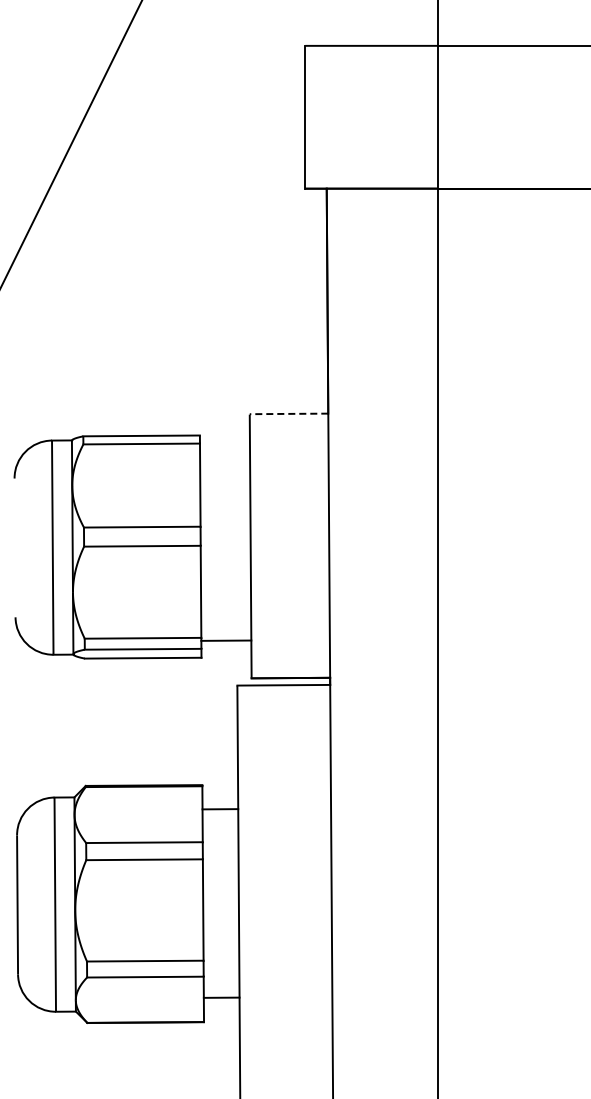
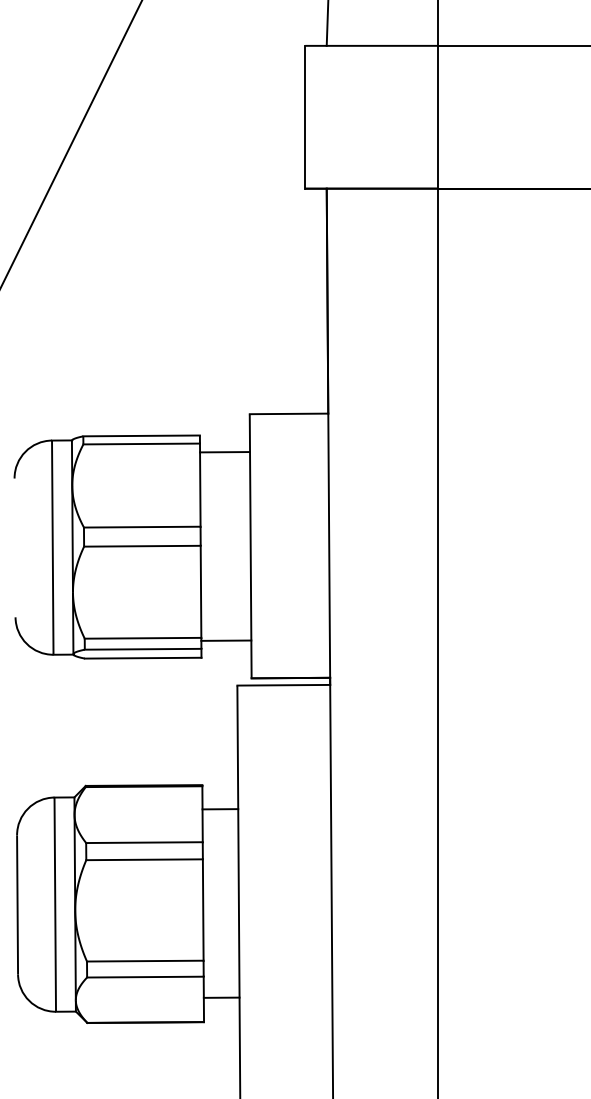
line at (327, 23): none -> present
line at (288, 413): dashed -> solid
line at (225, 452): none -> present
